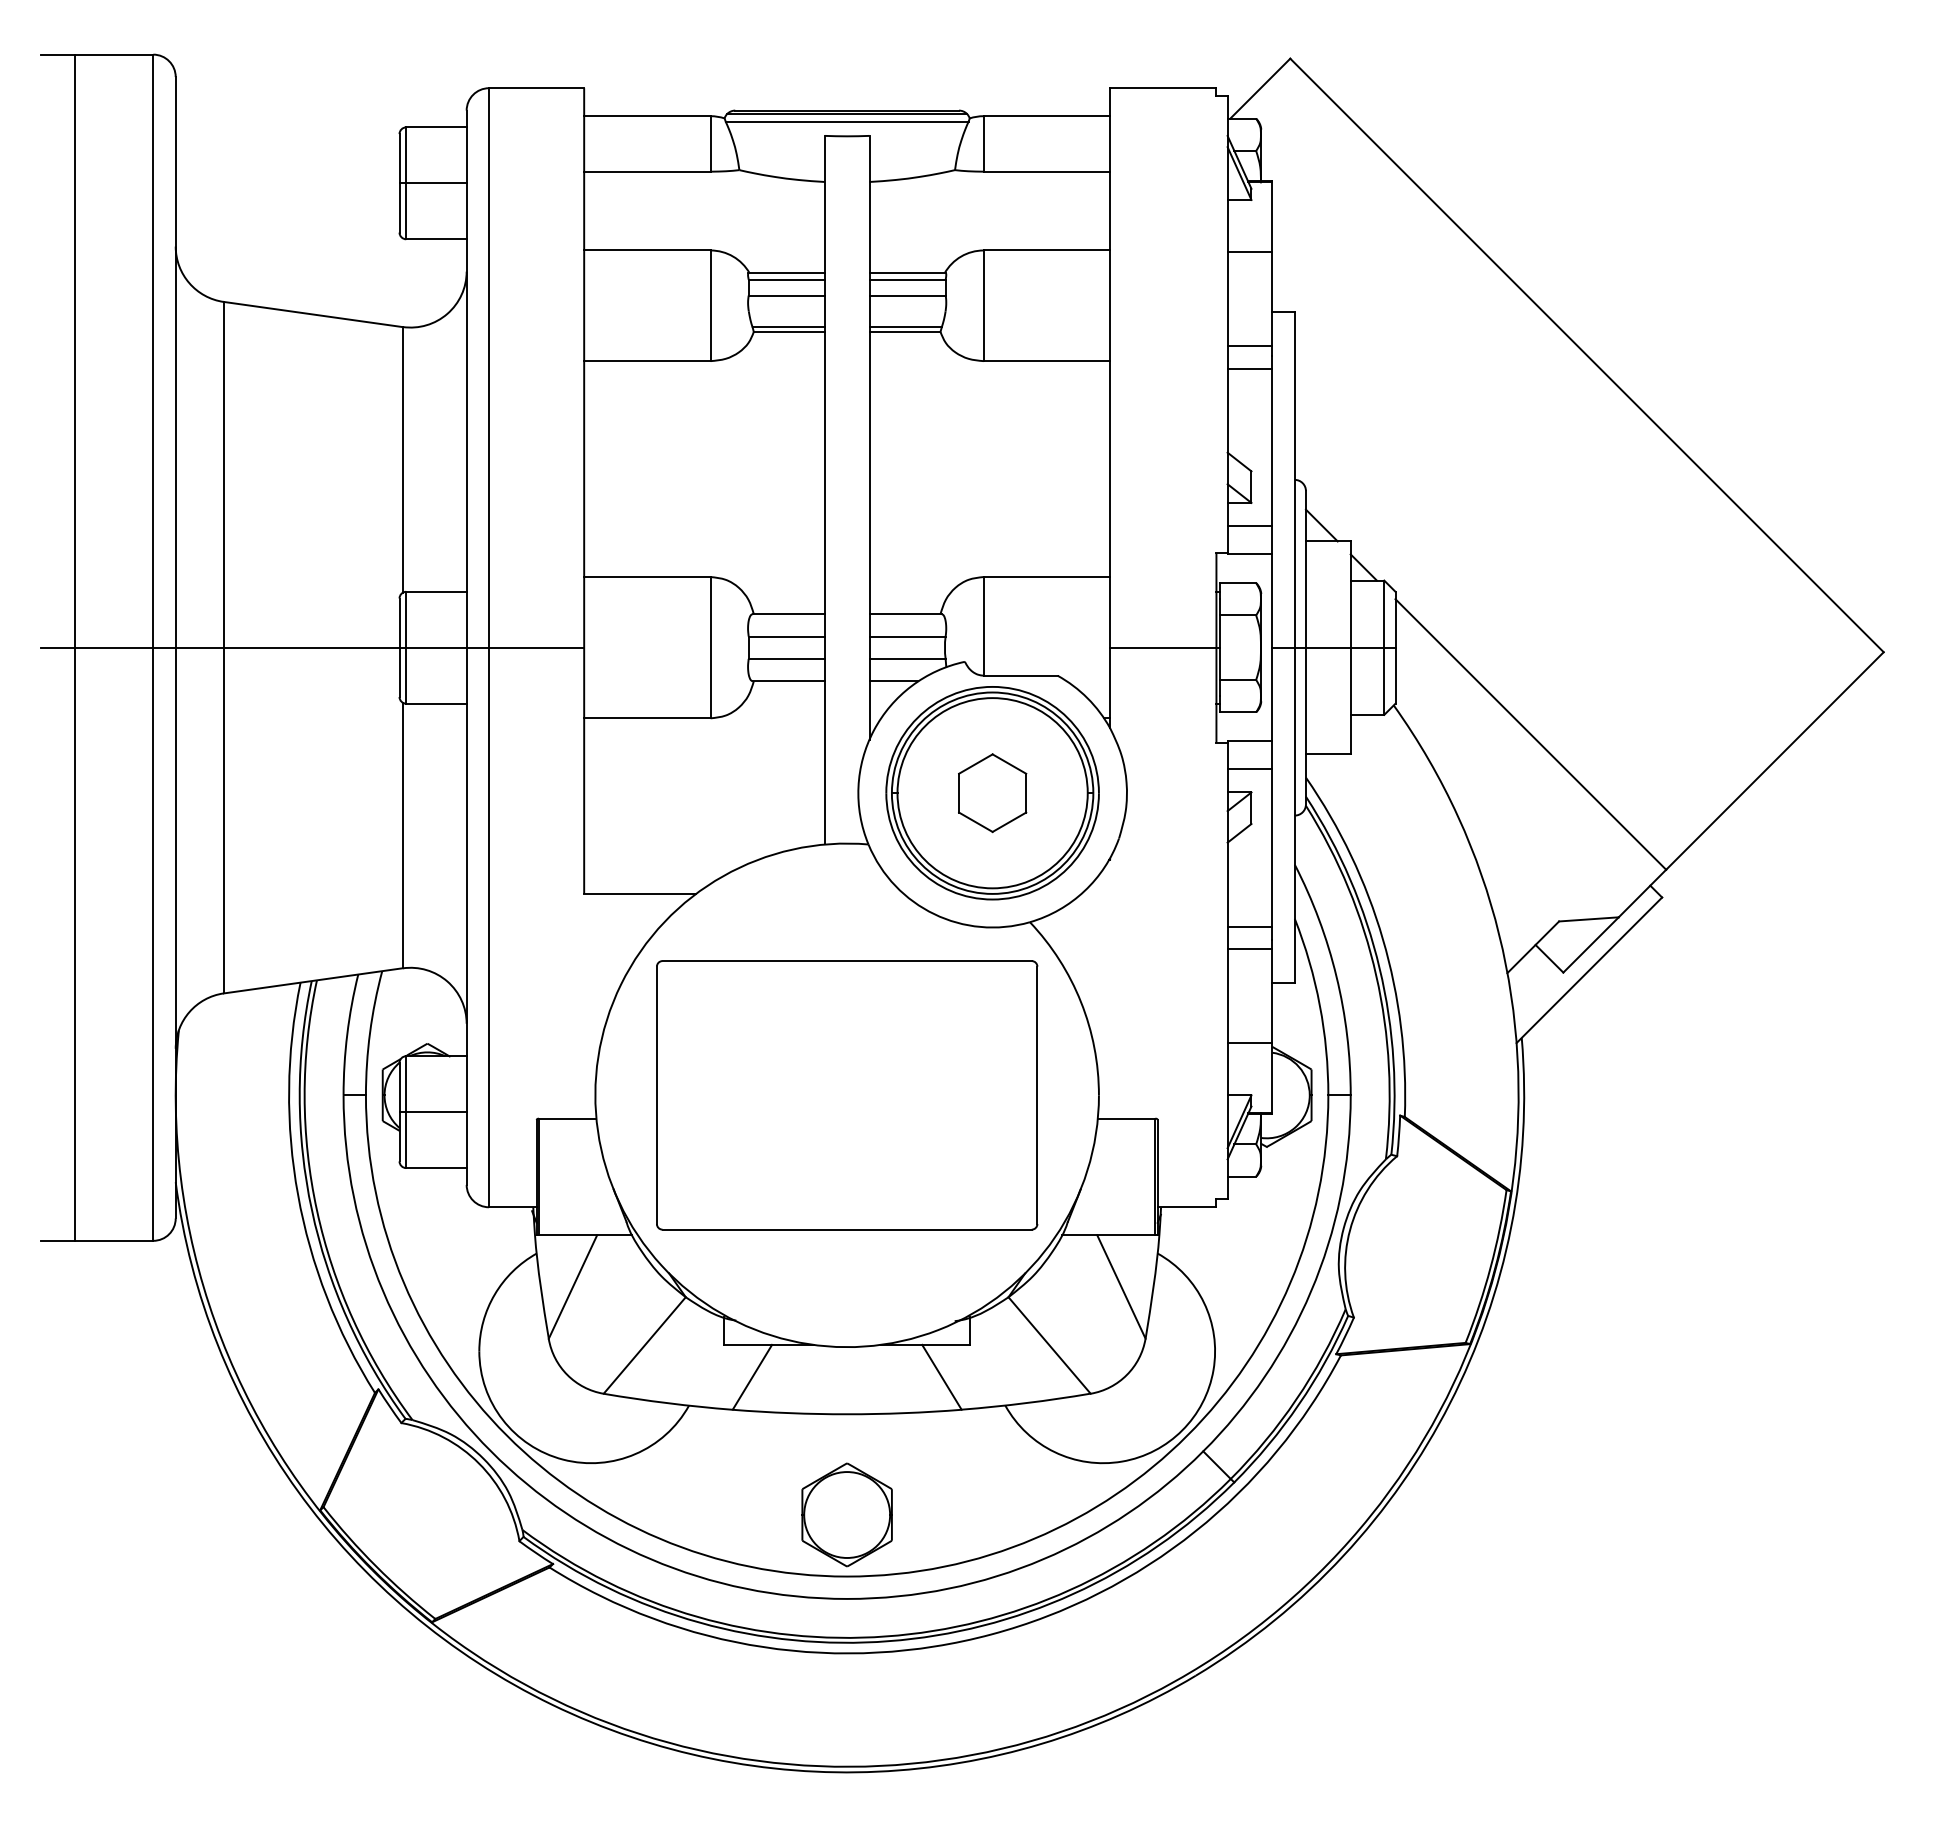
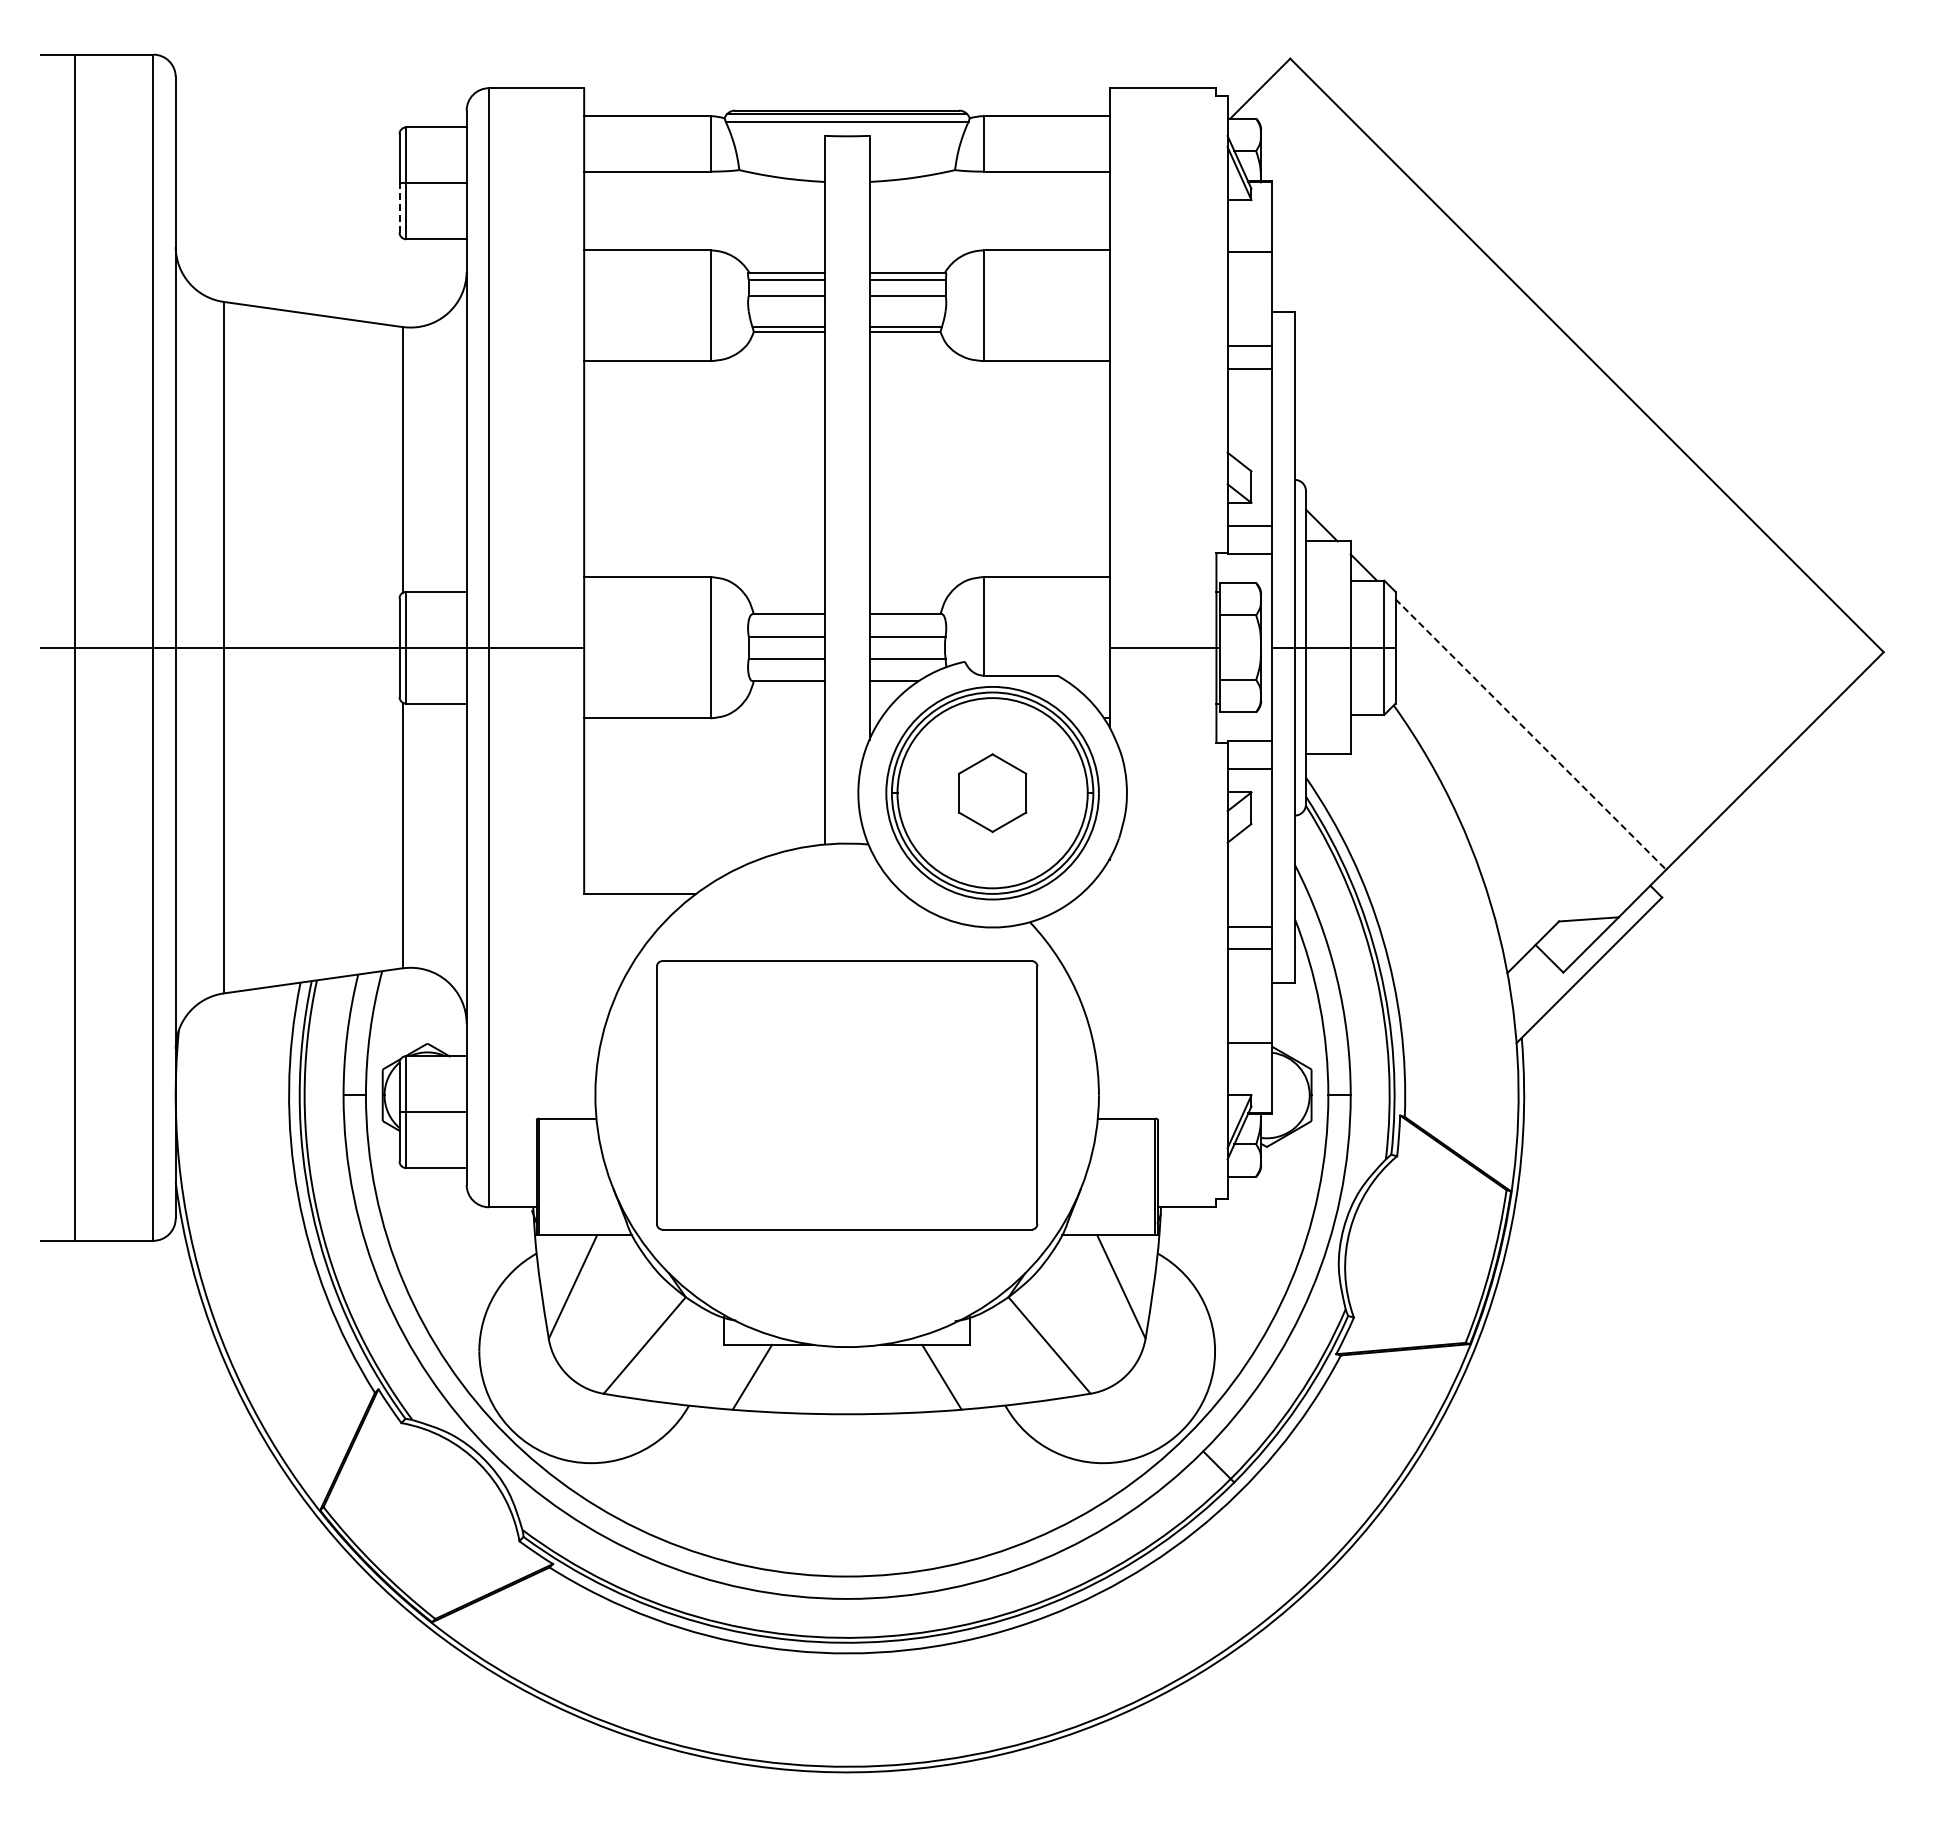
line at (399, 207): solid -> dashed
line at (1531, 734): solid -> dashed
part at (846, 1514): present -> none
